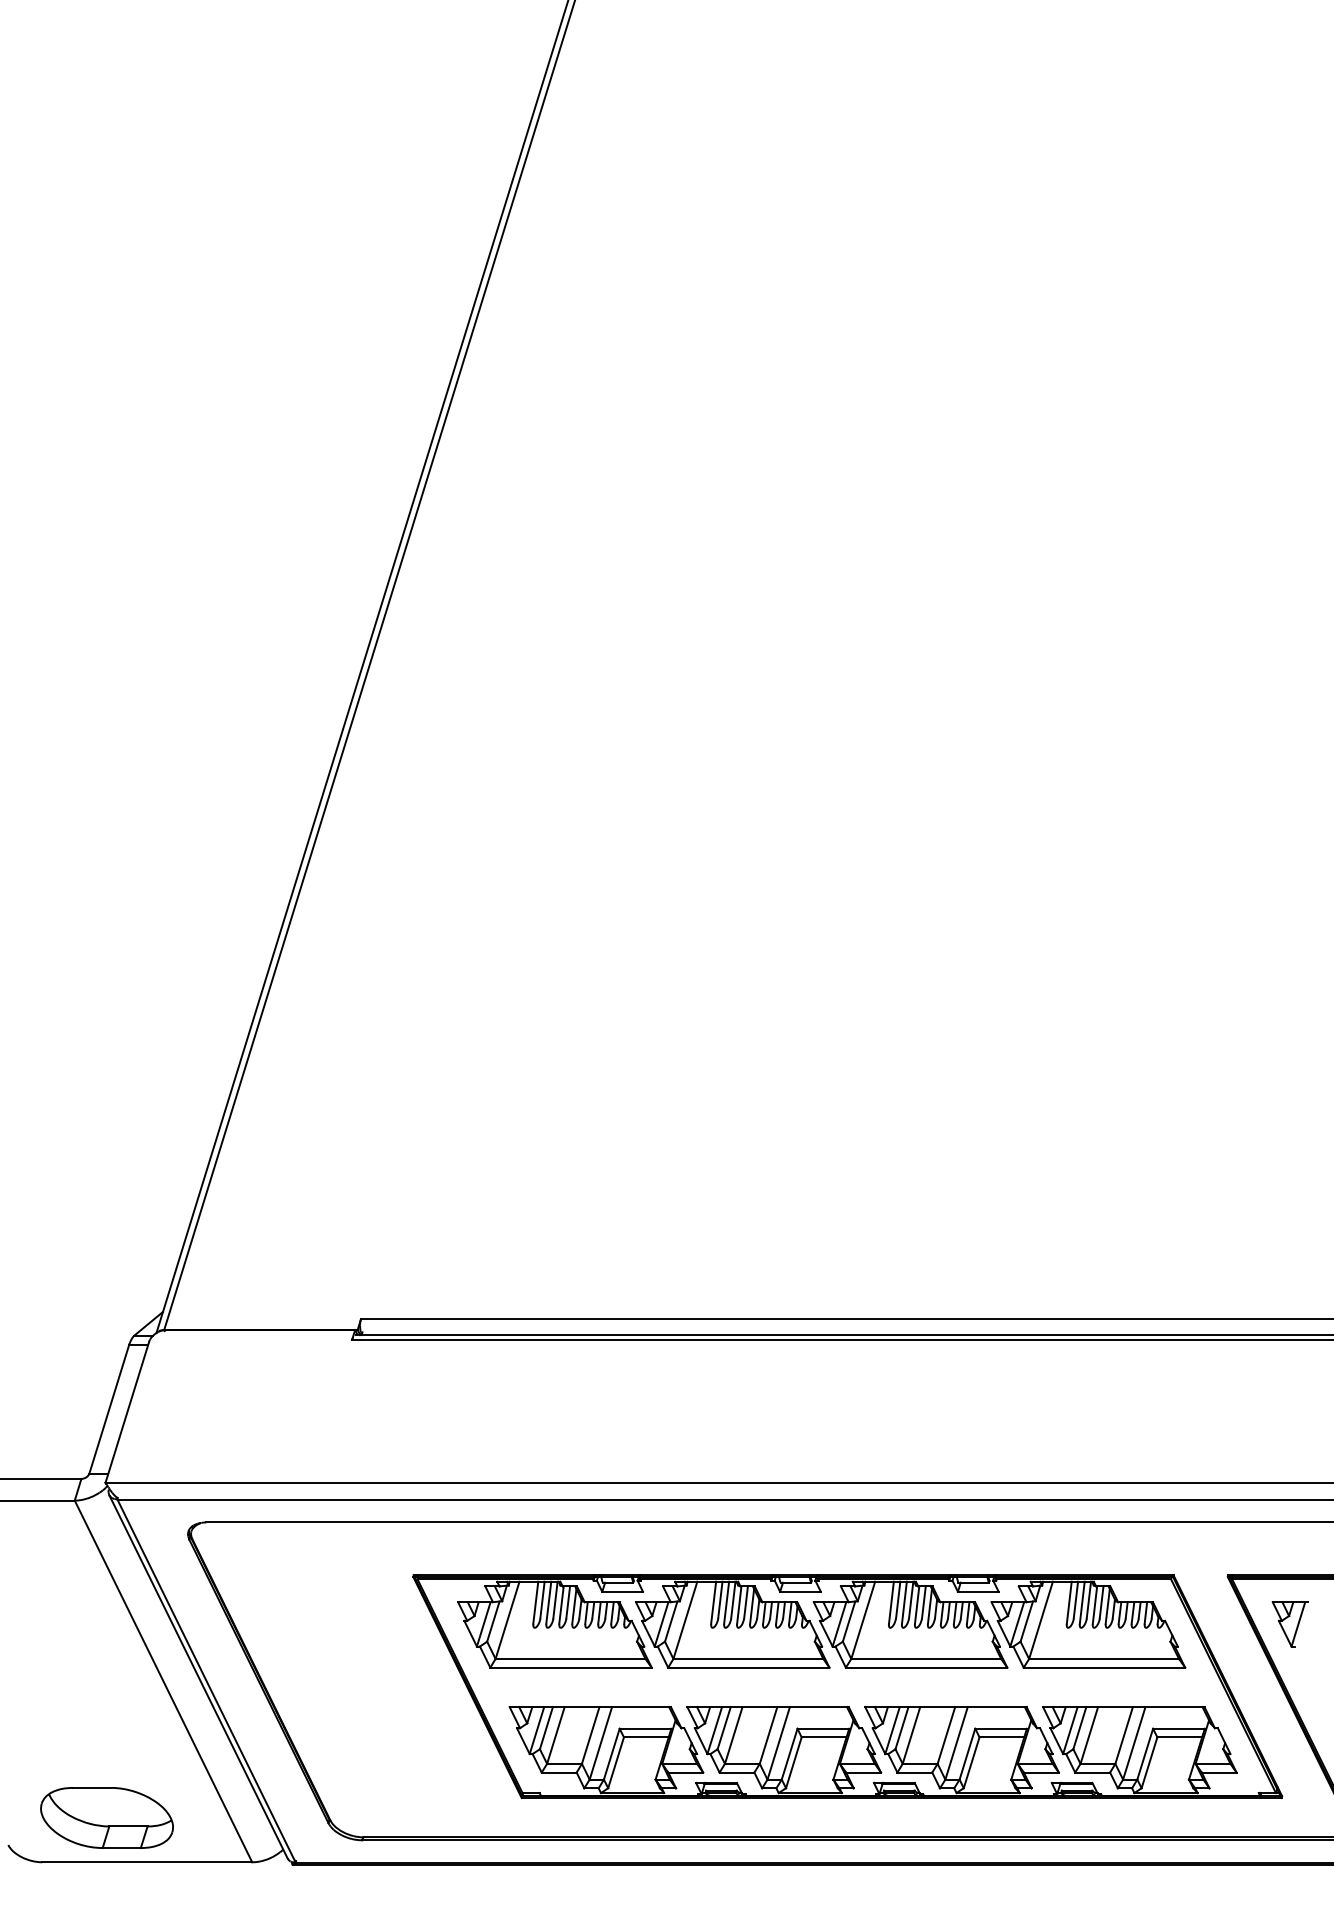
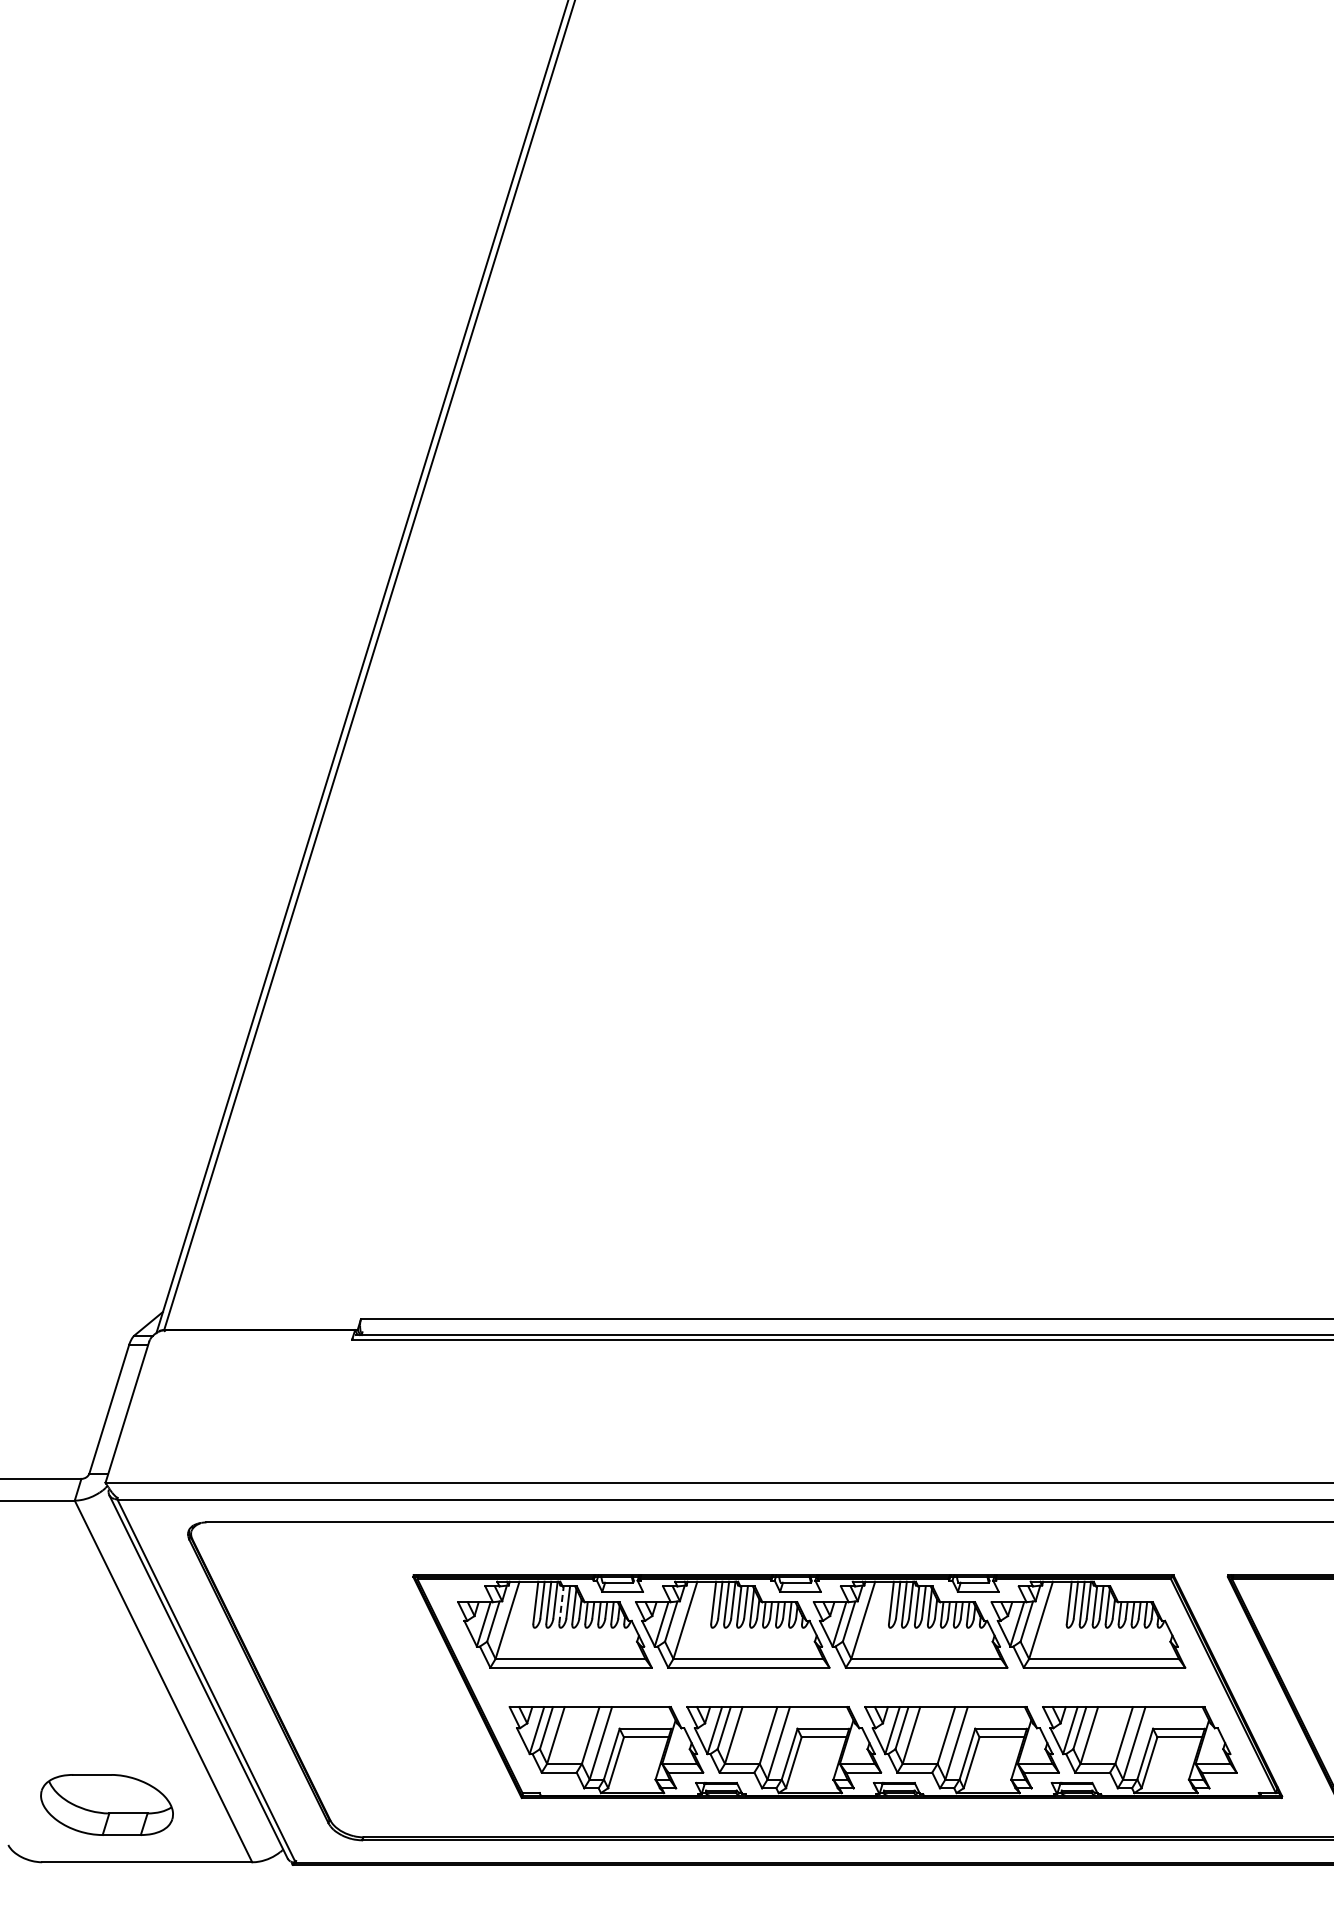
line at (561, 1605): solid -> dashed
part at (1289, 1624): present -> none
part at (106, 1817) position: (106, 1817) -> (106, 1804)
